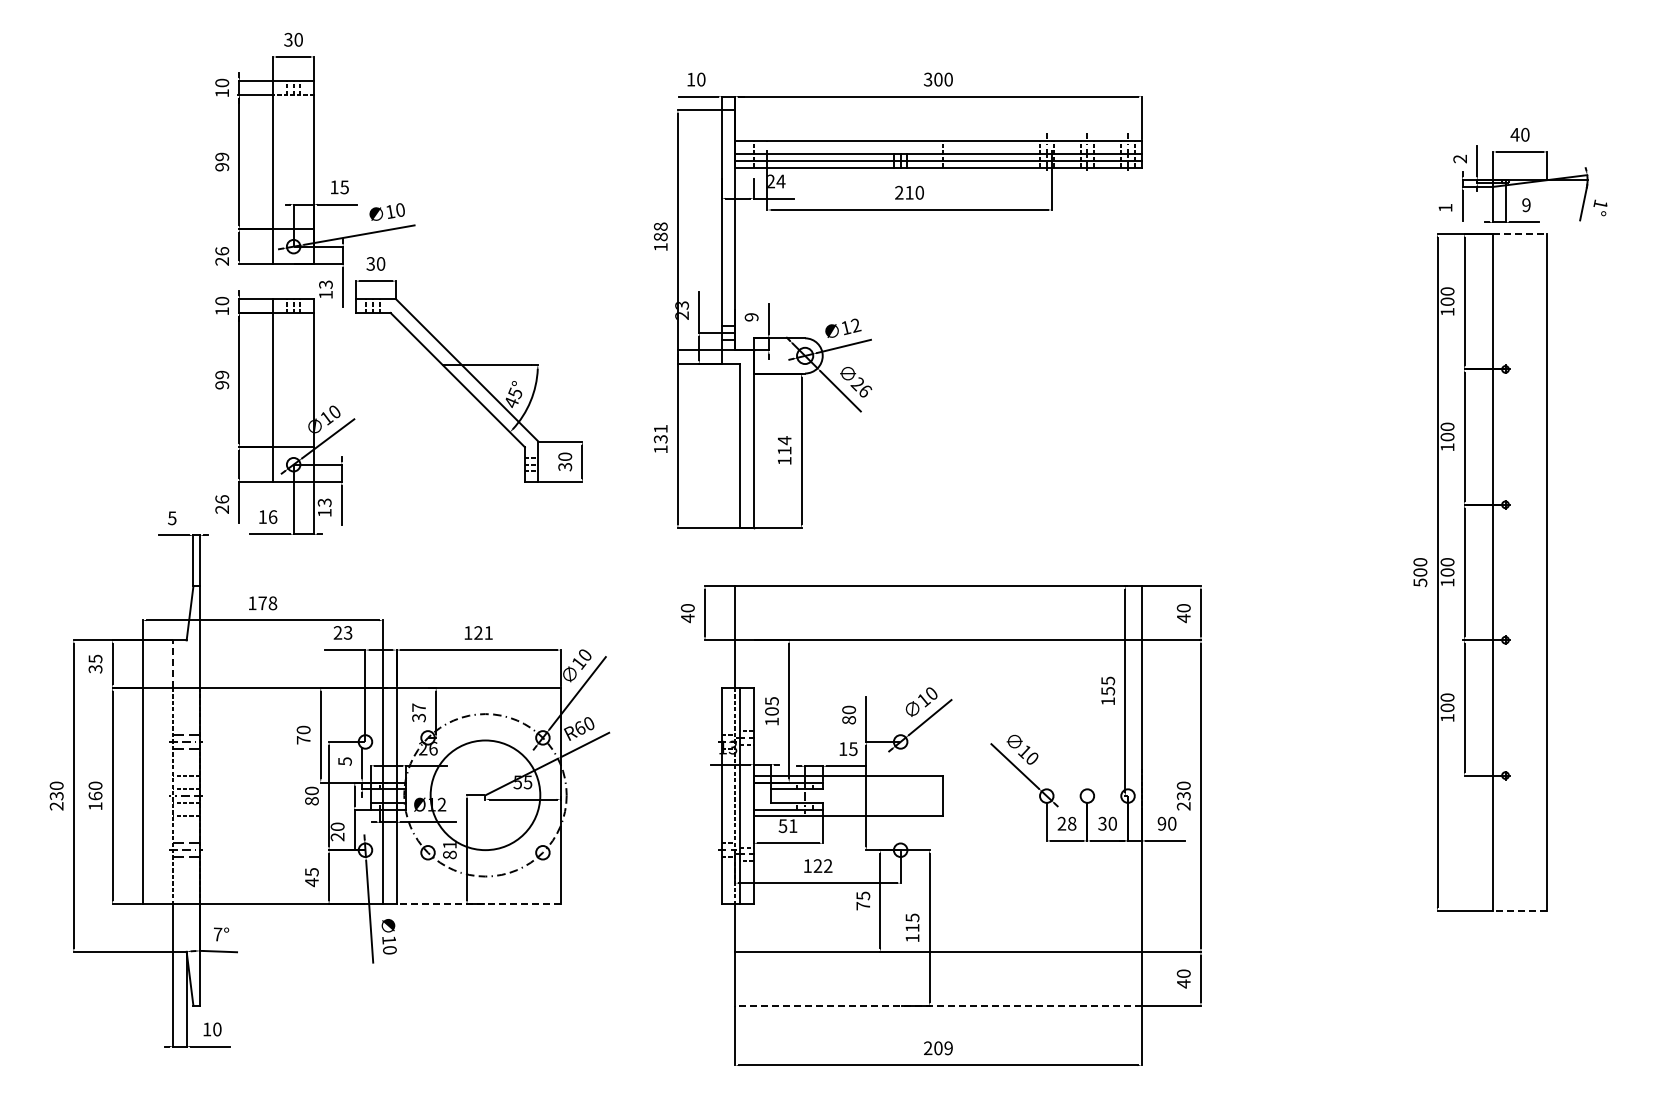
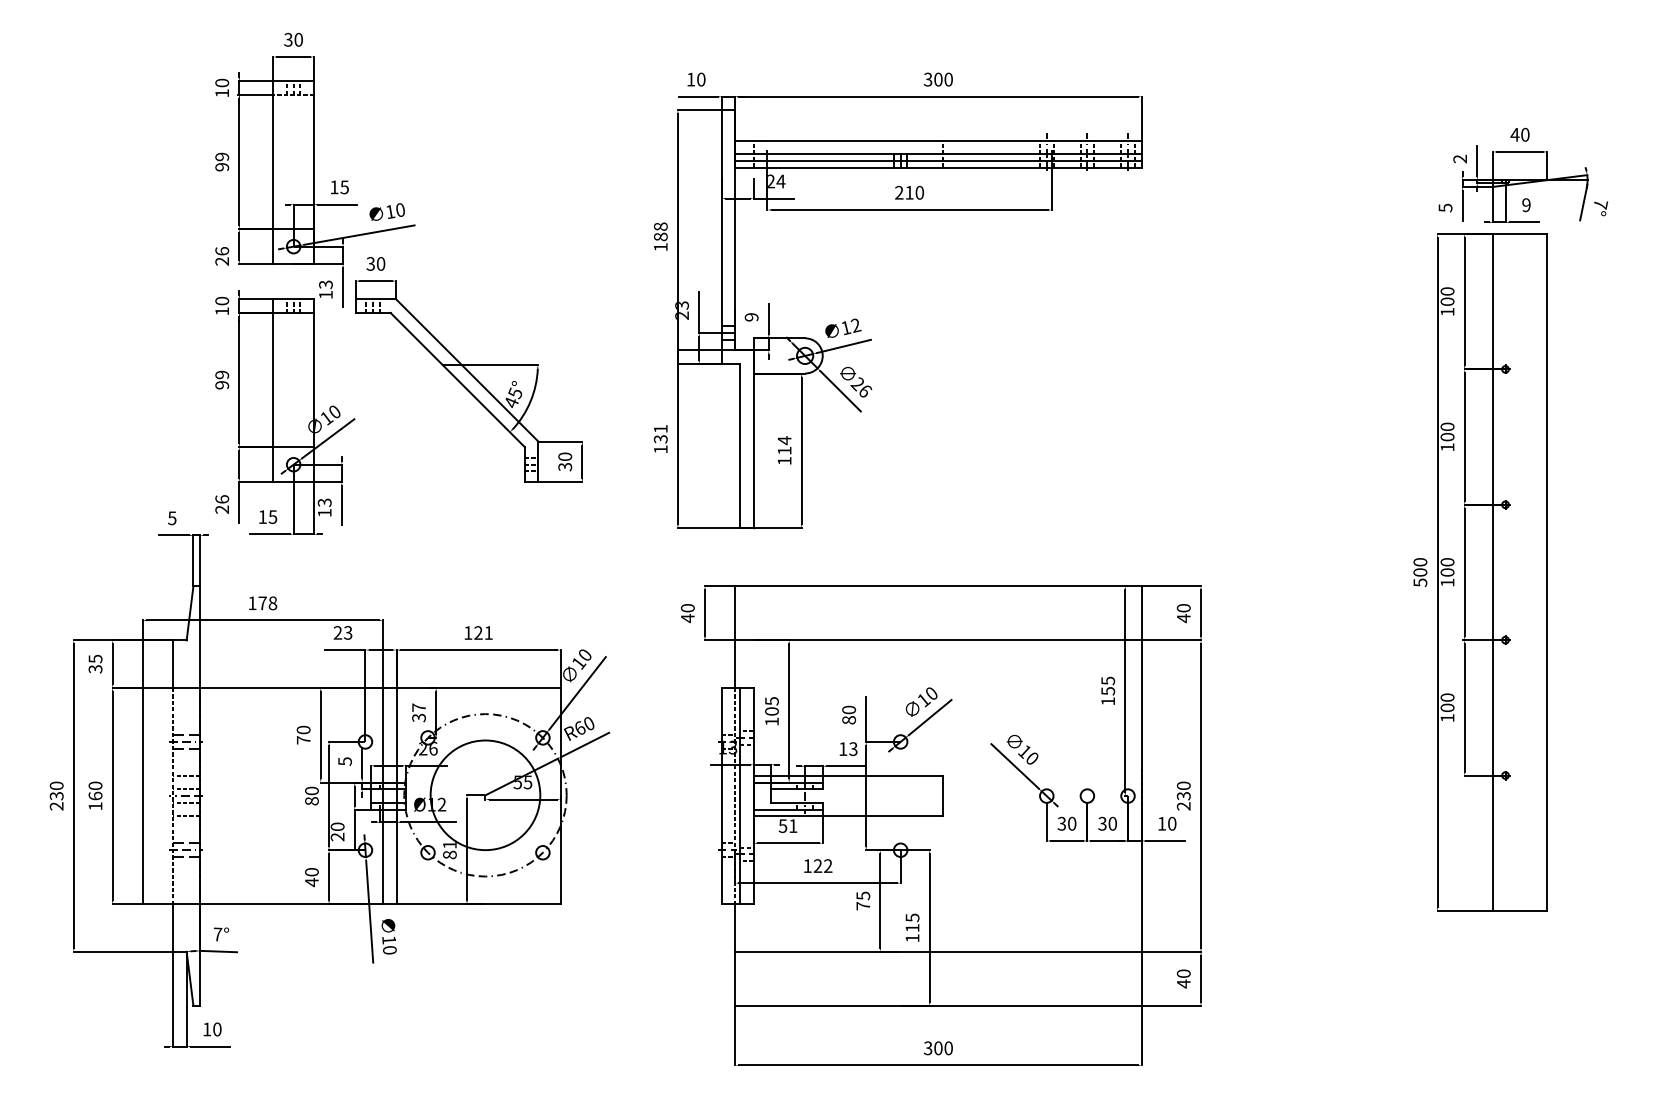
text at (1600, 204): 1° -> 7°
text at (1445, 207): 1 -> 5
line at (1520, 234): dashed -> solid
text at (272, 516): 16 -> 15
line at (173, 664): dashed -> solid
text at (853, 748): 15 -> 13
text at (1066, 823): 28 -> 30
text at (1161, 823): 90 -> 10
text at (311, 872): 45 -> 40
line at (478, 904): dashed -> solid
line at (1519, 910): dashed -> solid
line at (937, 1005): dashed -> solid
text at (937, 1048): 209 -> 300
